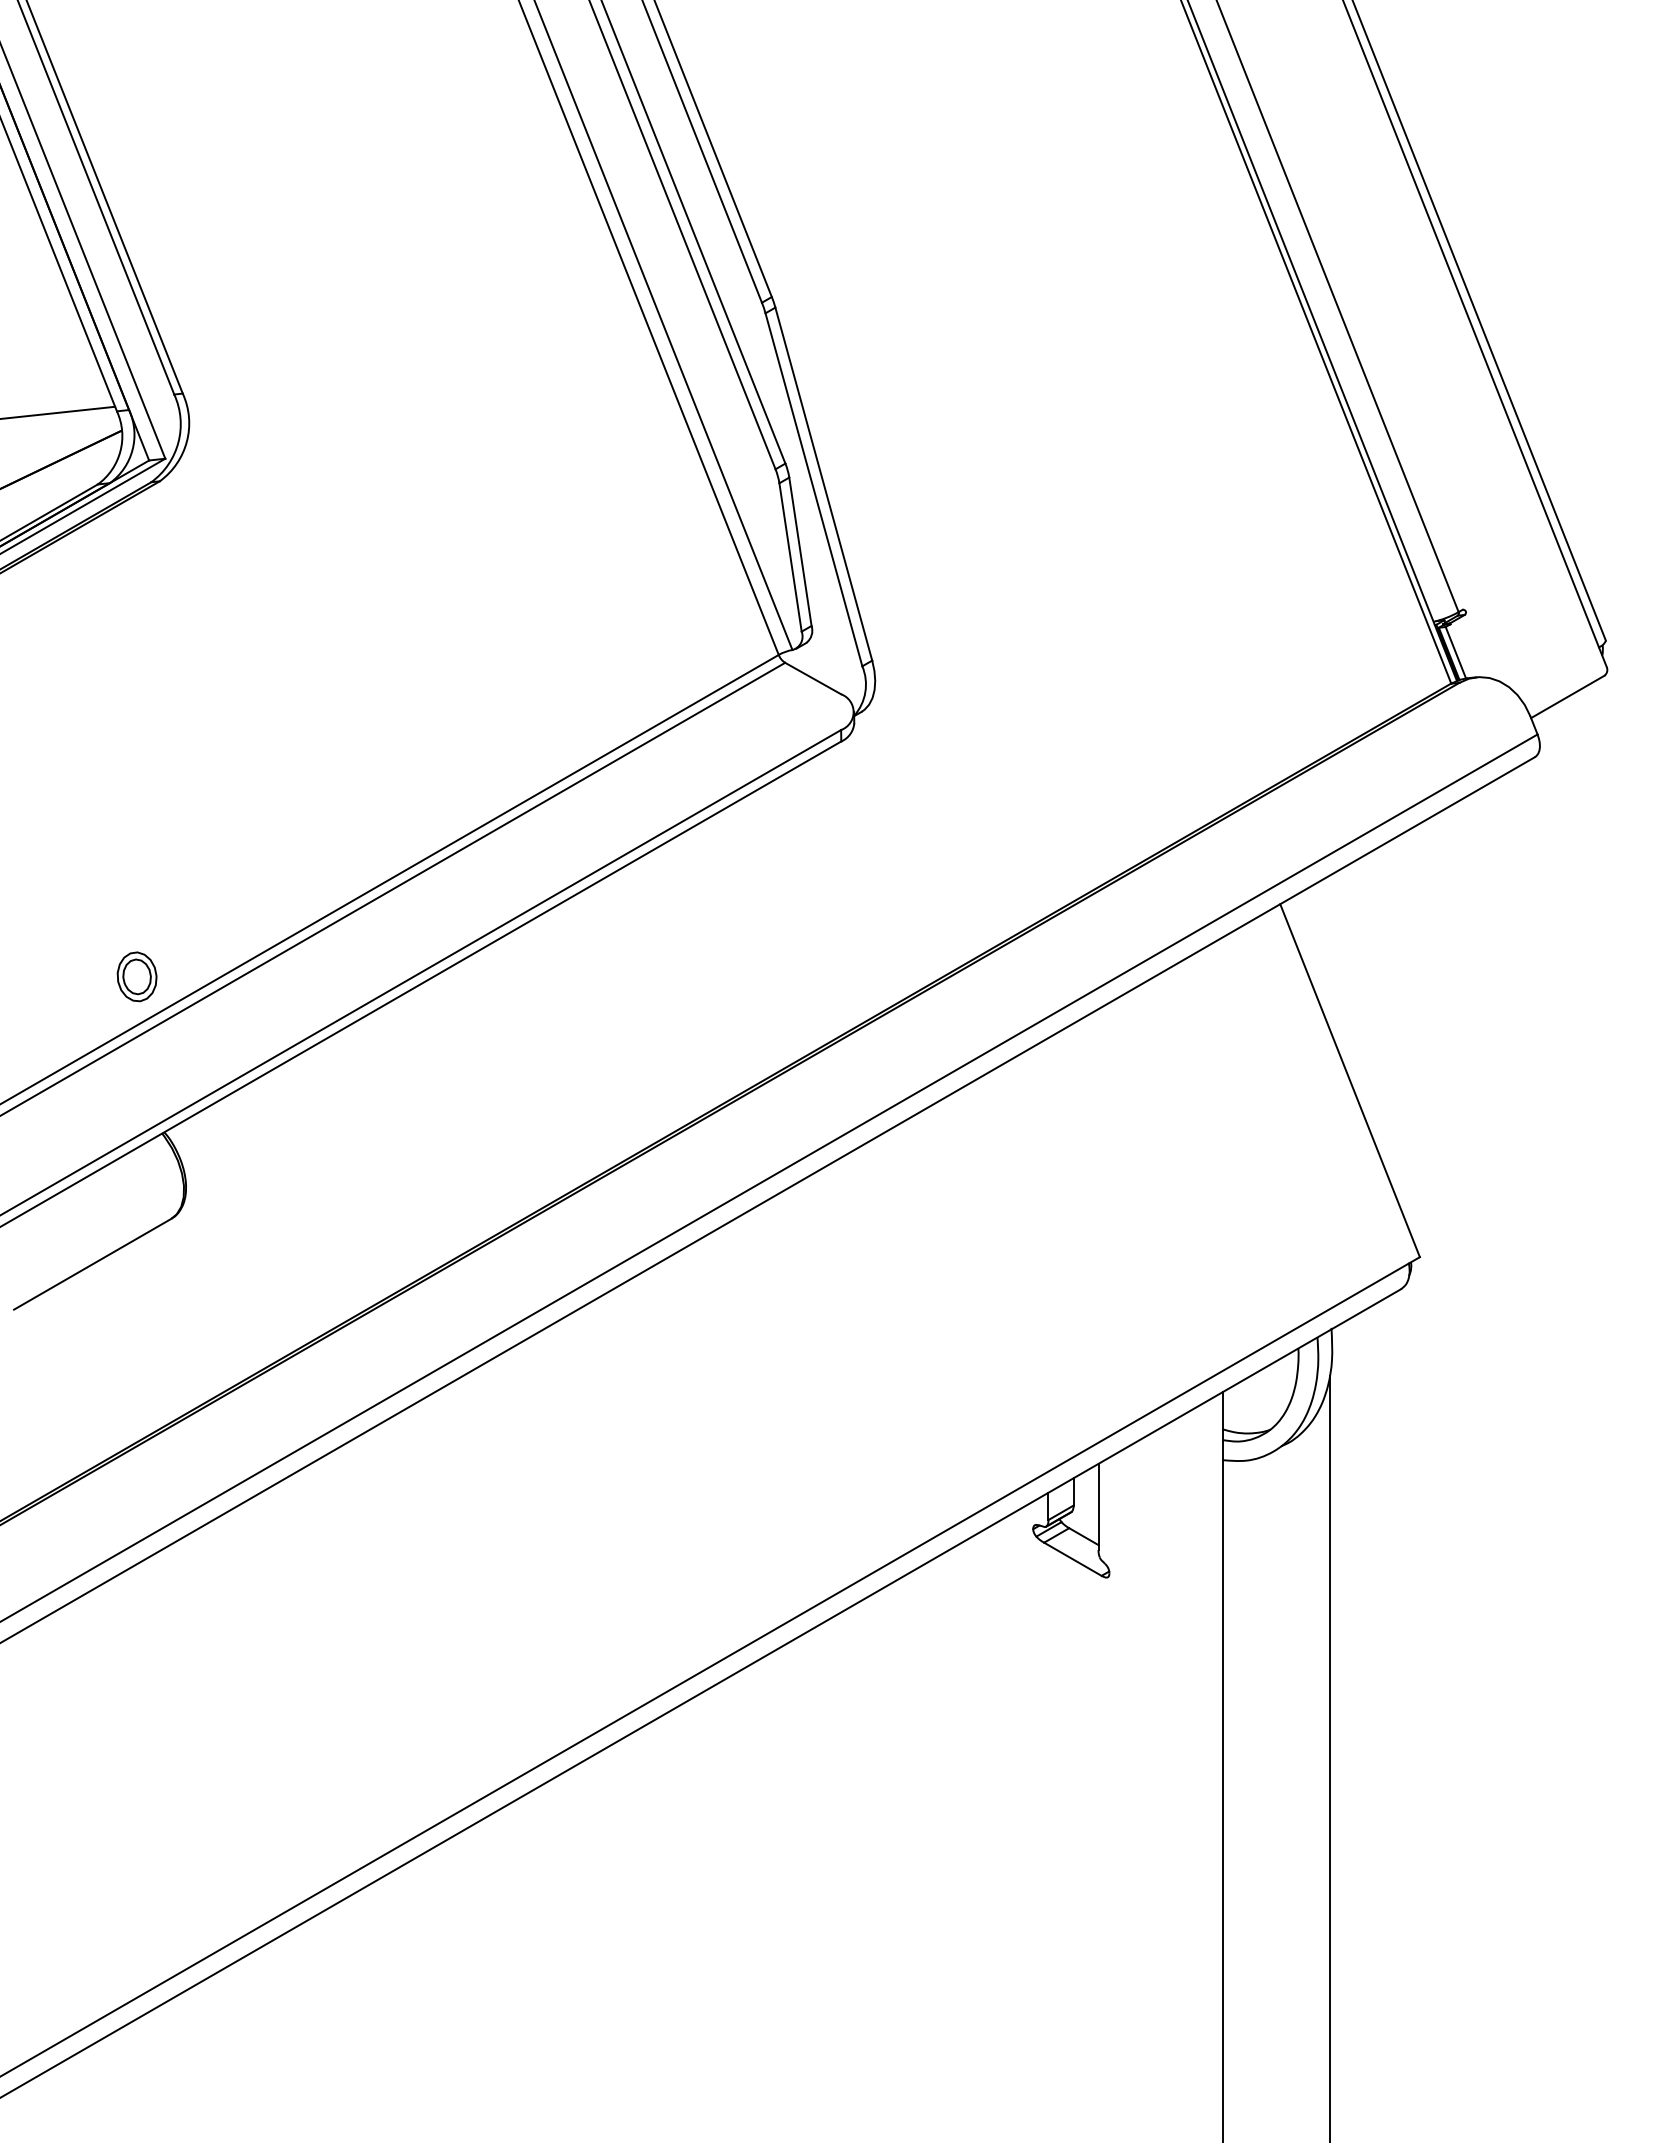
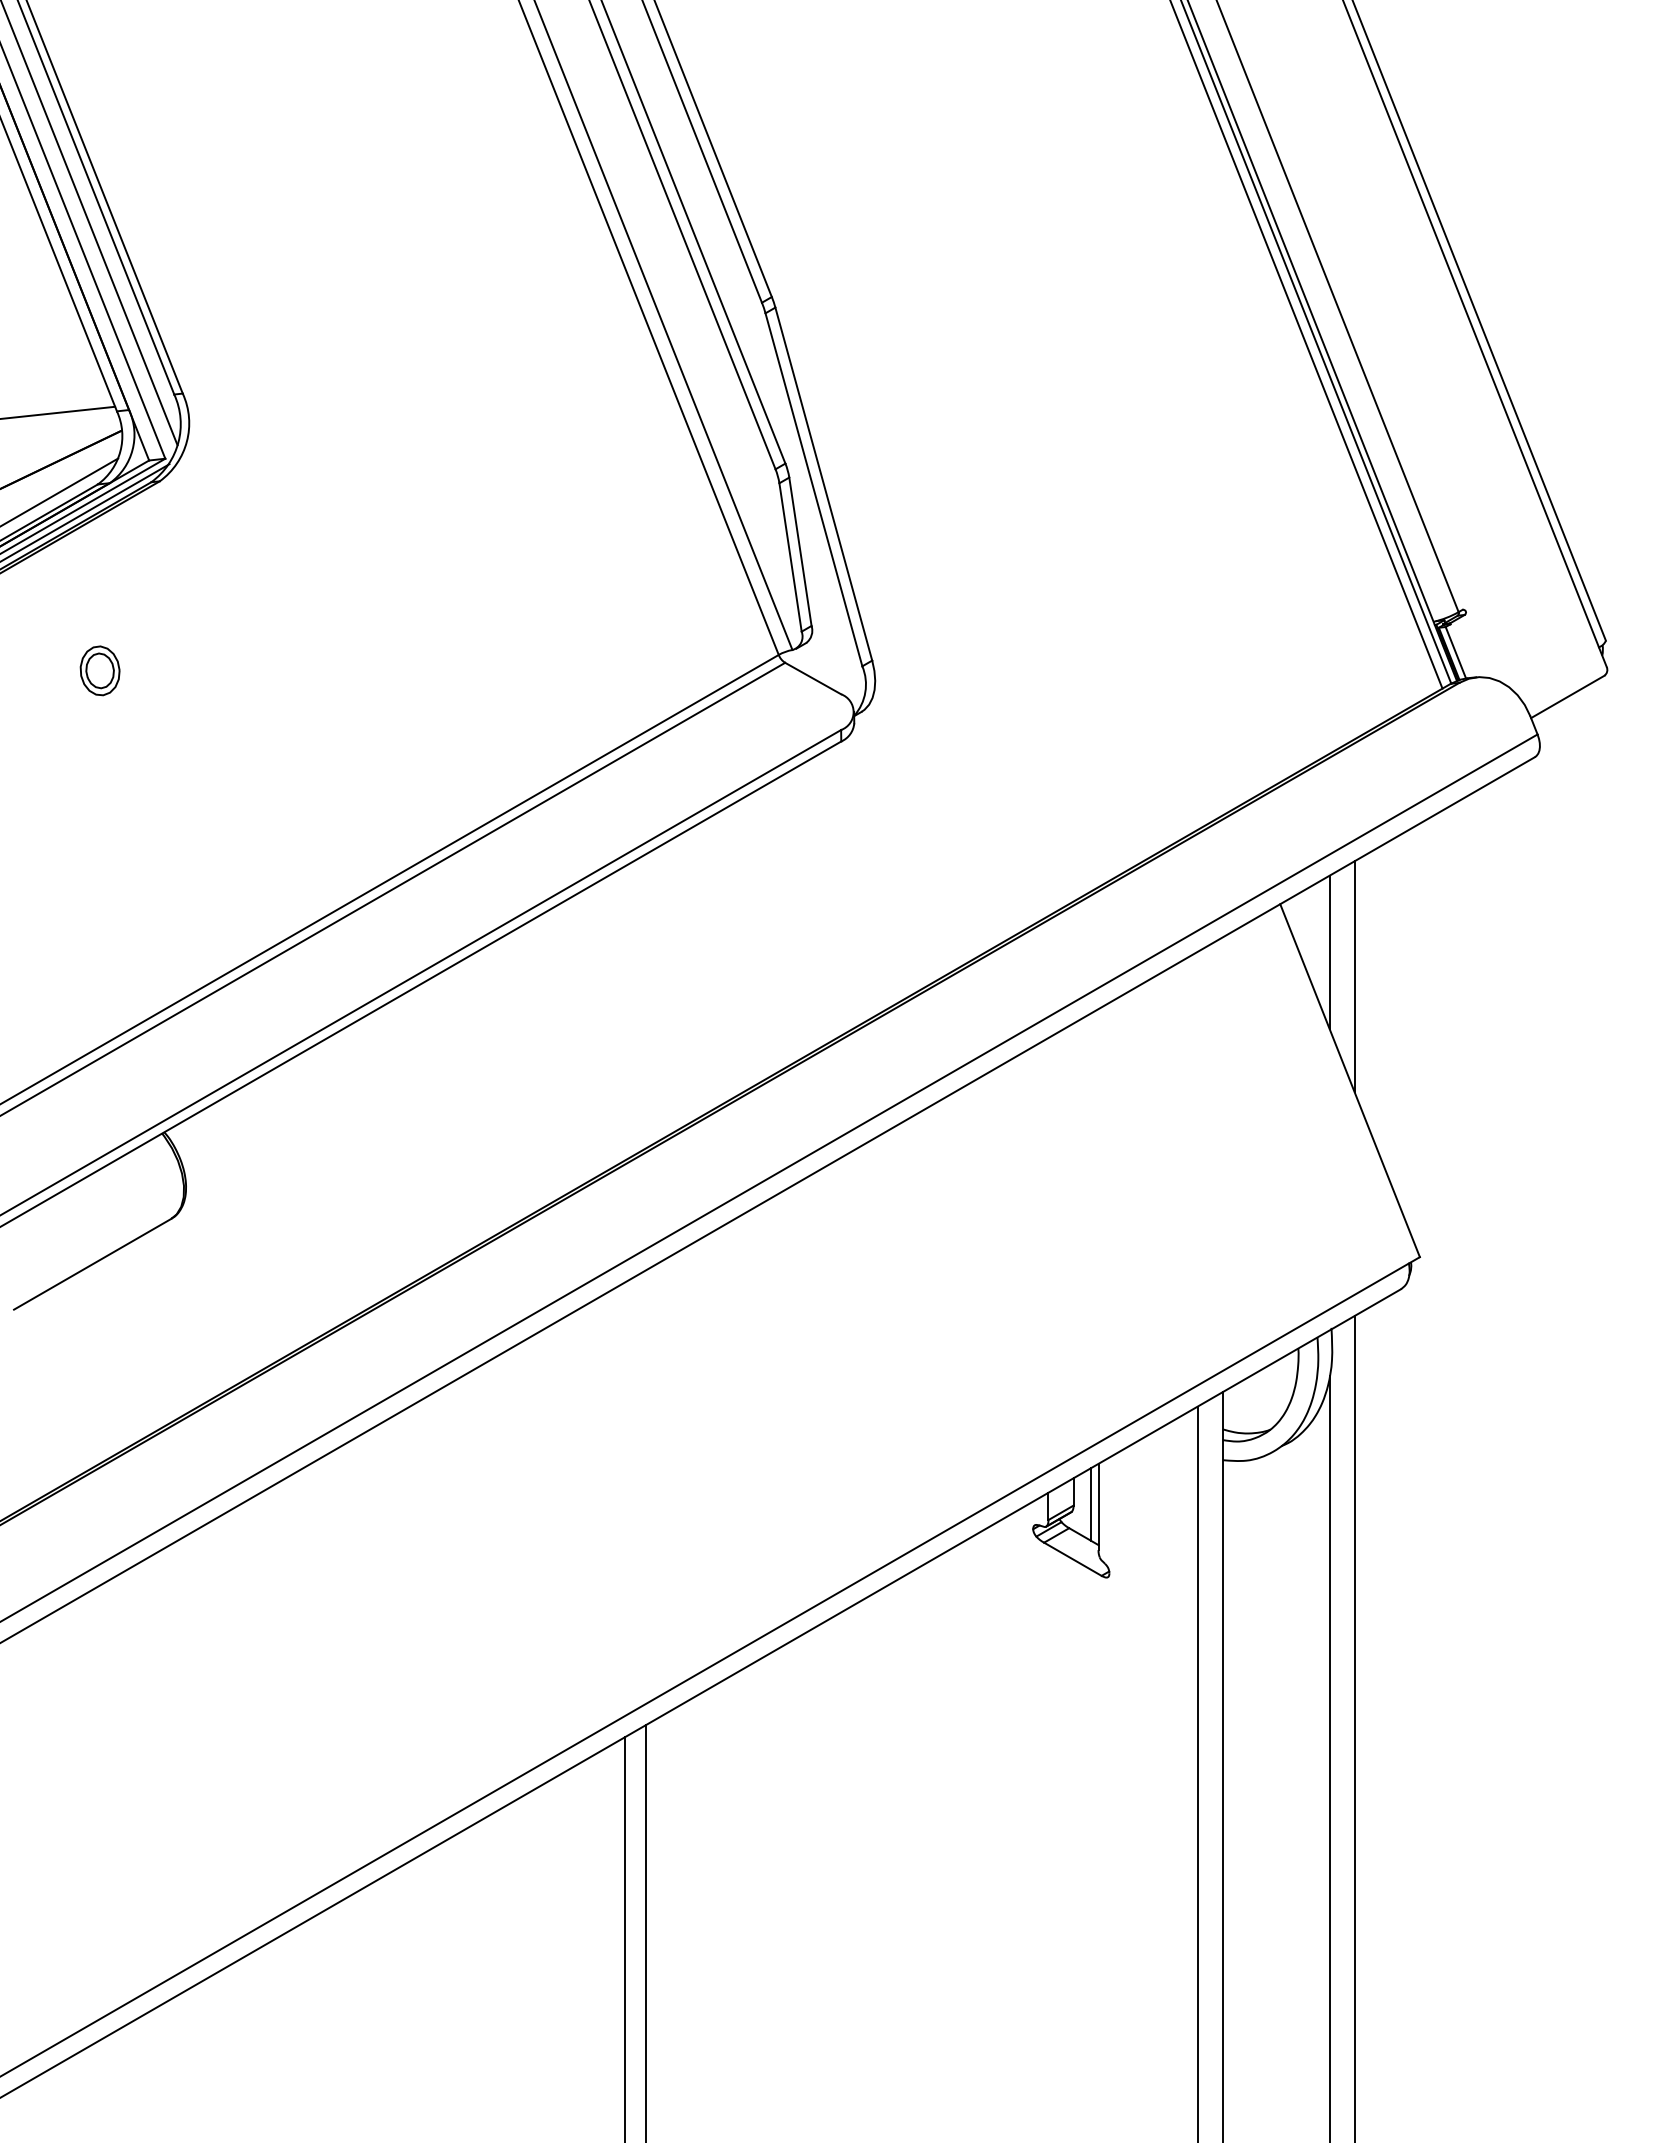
line at (89, 224): none -> present
line at (1306, 345): none -> present
line at (60, 491): none -> present
line at (85, 512): none -> present
line at (1329, 951): none -> present
part at (136, 976) position: (136, 976) -> (99, 670)
line at (1354, 976): none -> present
line at (1091, 1503): none -> present
line at (1354, 1727): none -> present
line at (1197, 1772): none -> present
line at (645, 1932): none -> present
line at (625, 1937): none -> present
